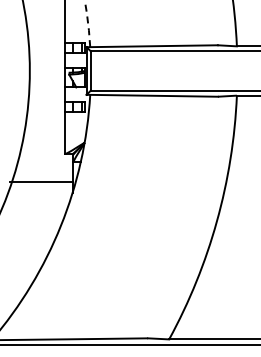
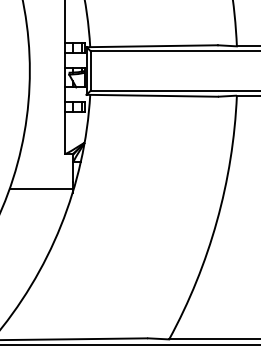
arc at (88, 23): dashed -> solid
line at (40, 181) position: (40, 181) -> (40, 188)
